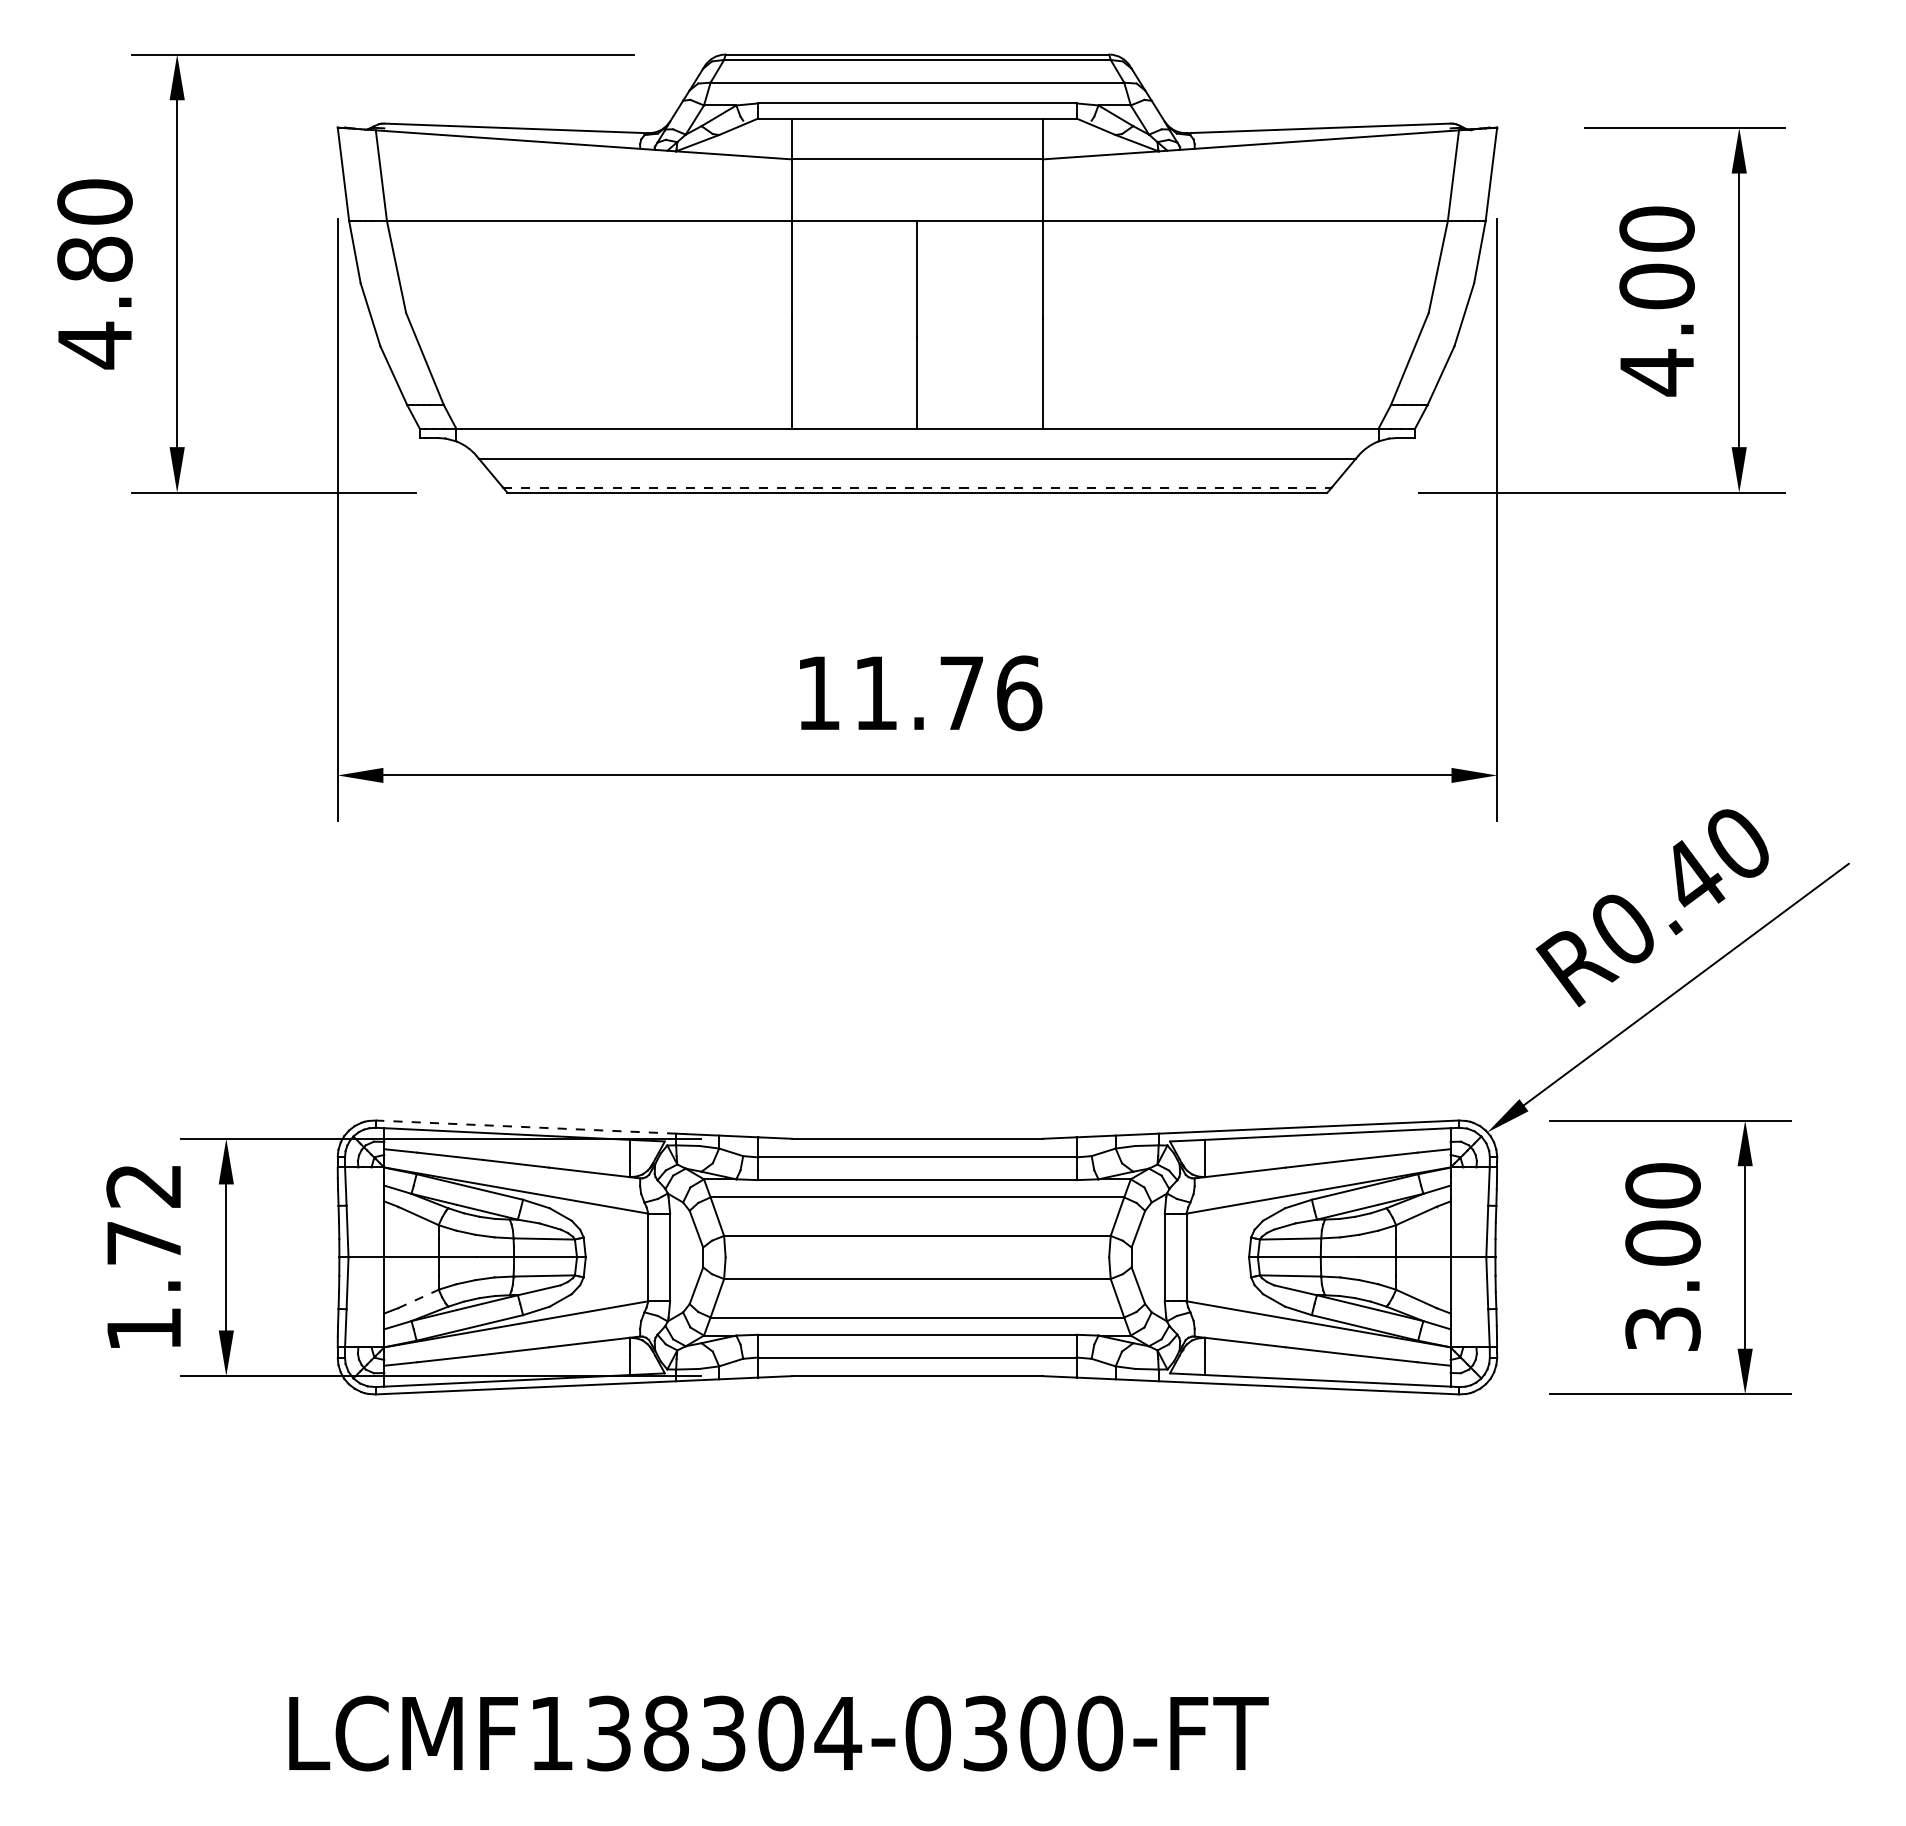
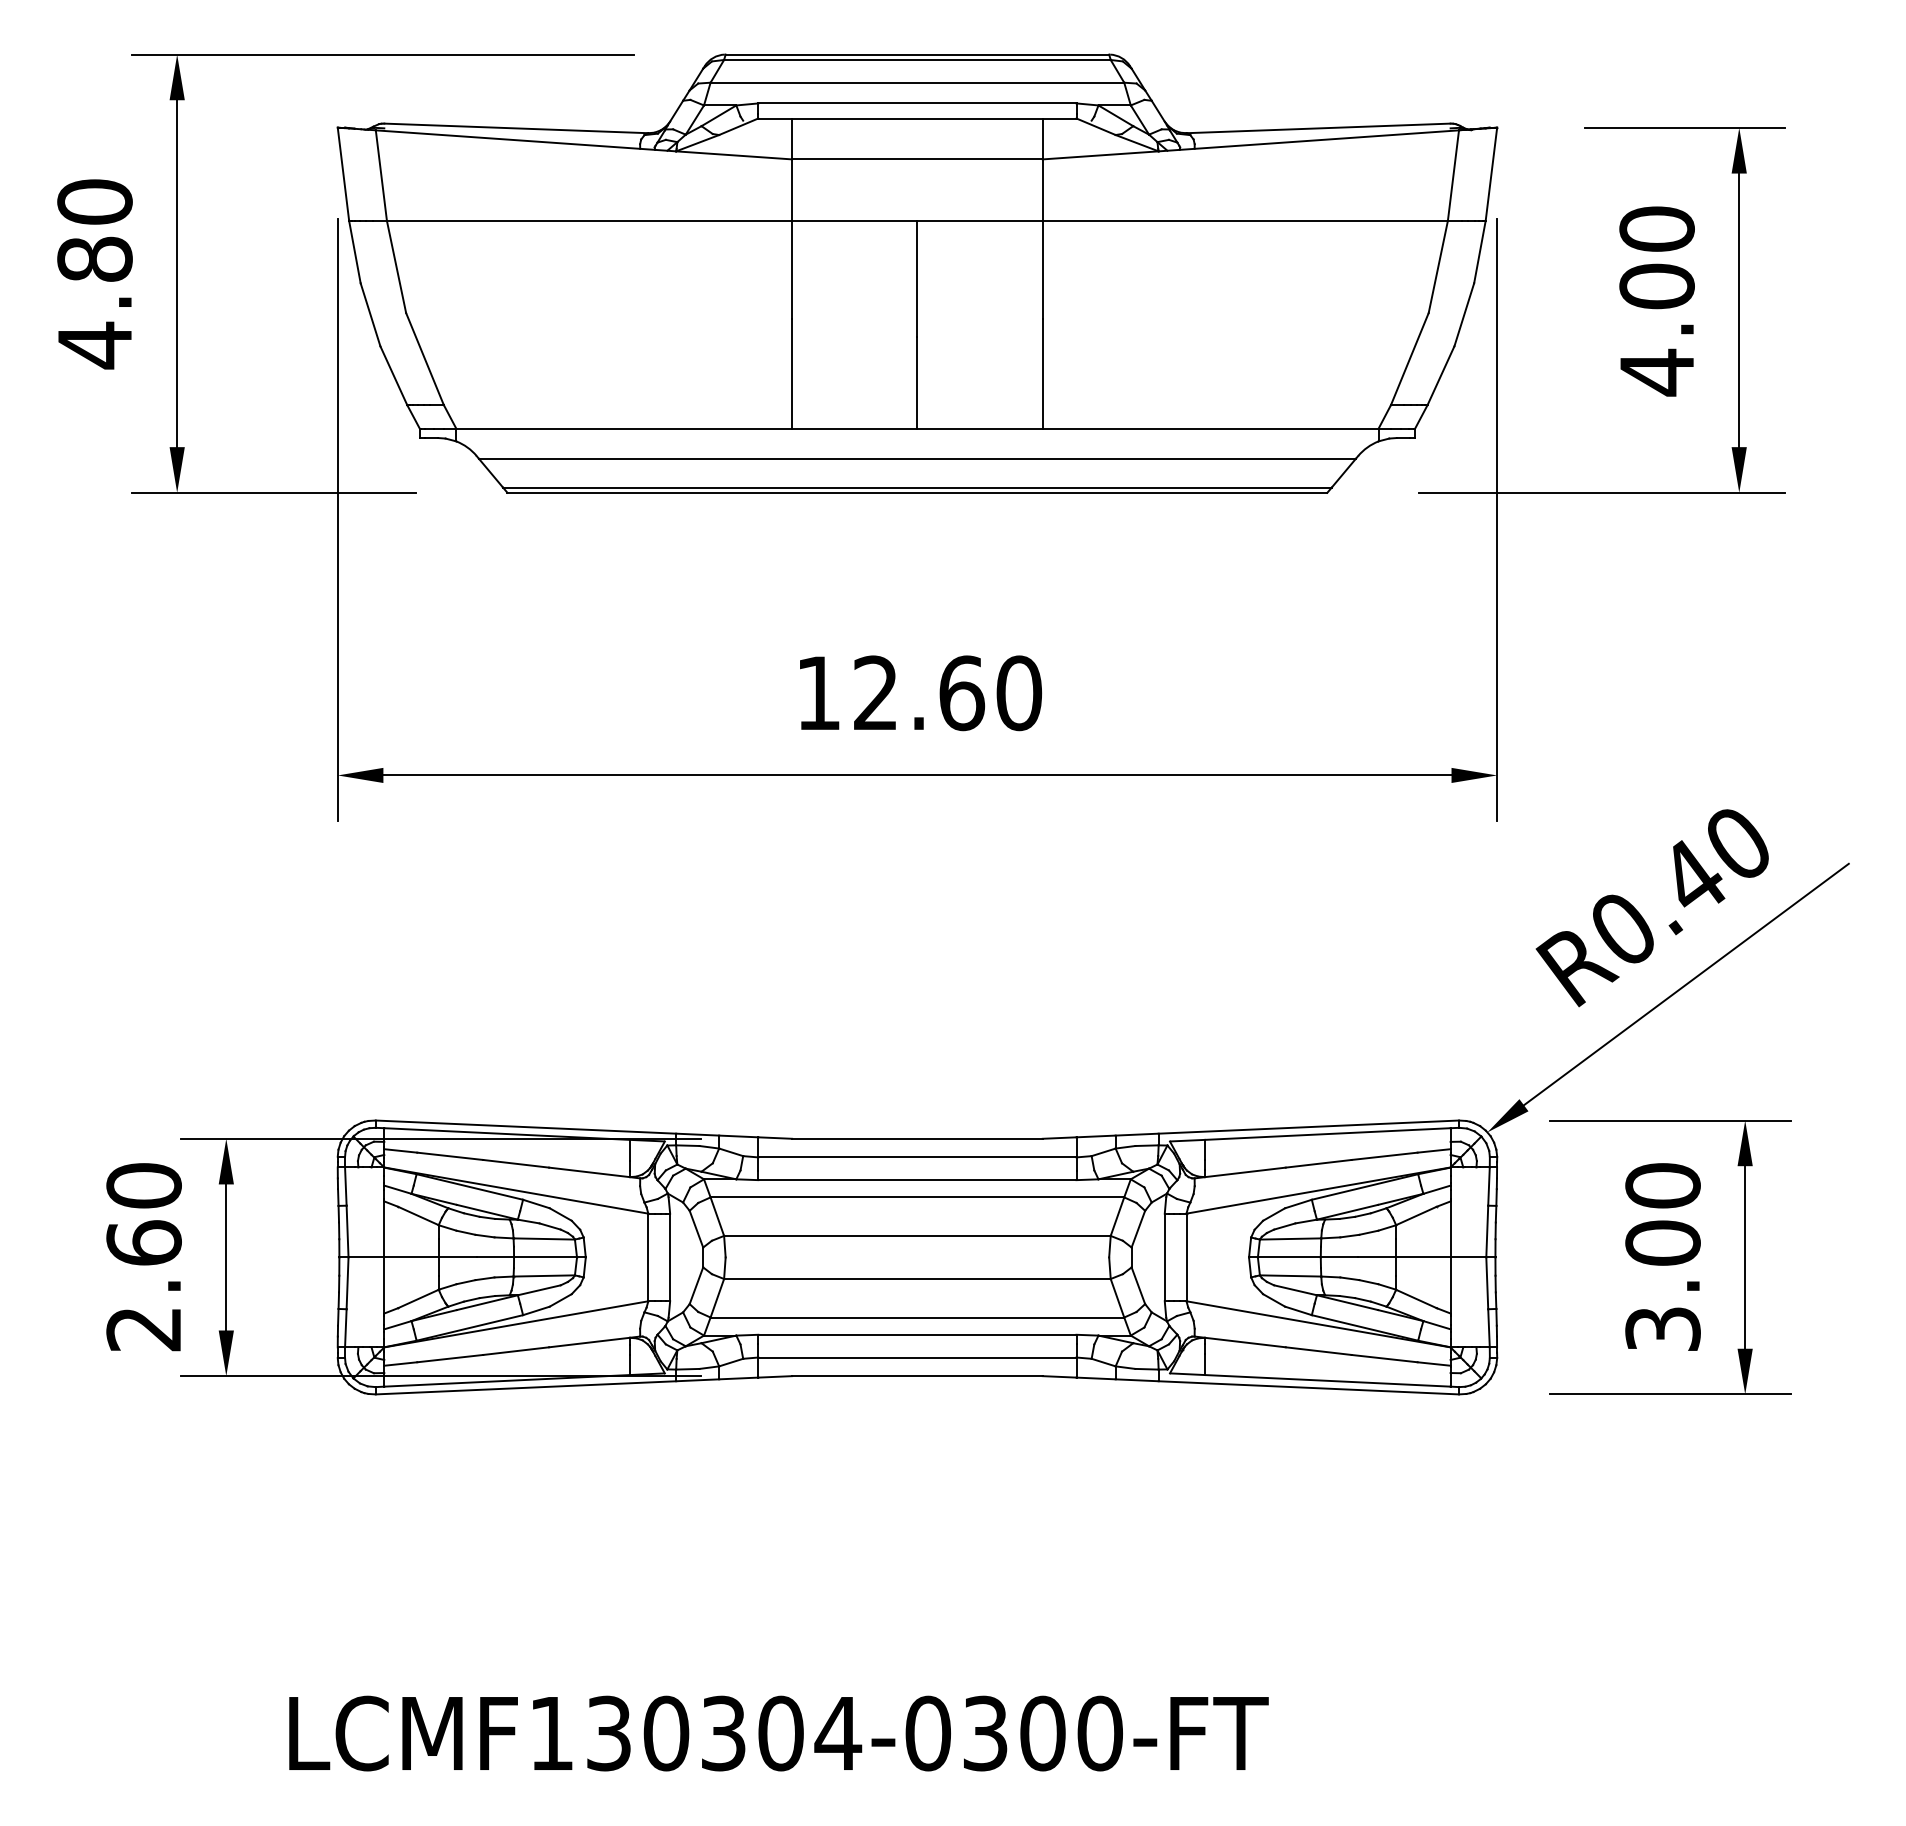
line at (917, 487): dashed -> solid
text at (948, 693): 11.76 -> 12.60
line at (525, 1127): dashed -> solid
text at (143, 1257): 1.72 -> 2.60
line at (418, 1298): dashed -> solid
text at (666, 1733): LCMF138304-0300-FT -> LCMF130304-0300-FT
